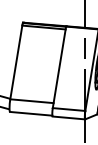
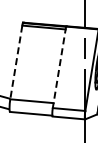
line at (16, 62): solid -> dashed
line at (59, 67): solid -> dashed
